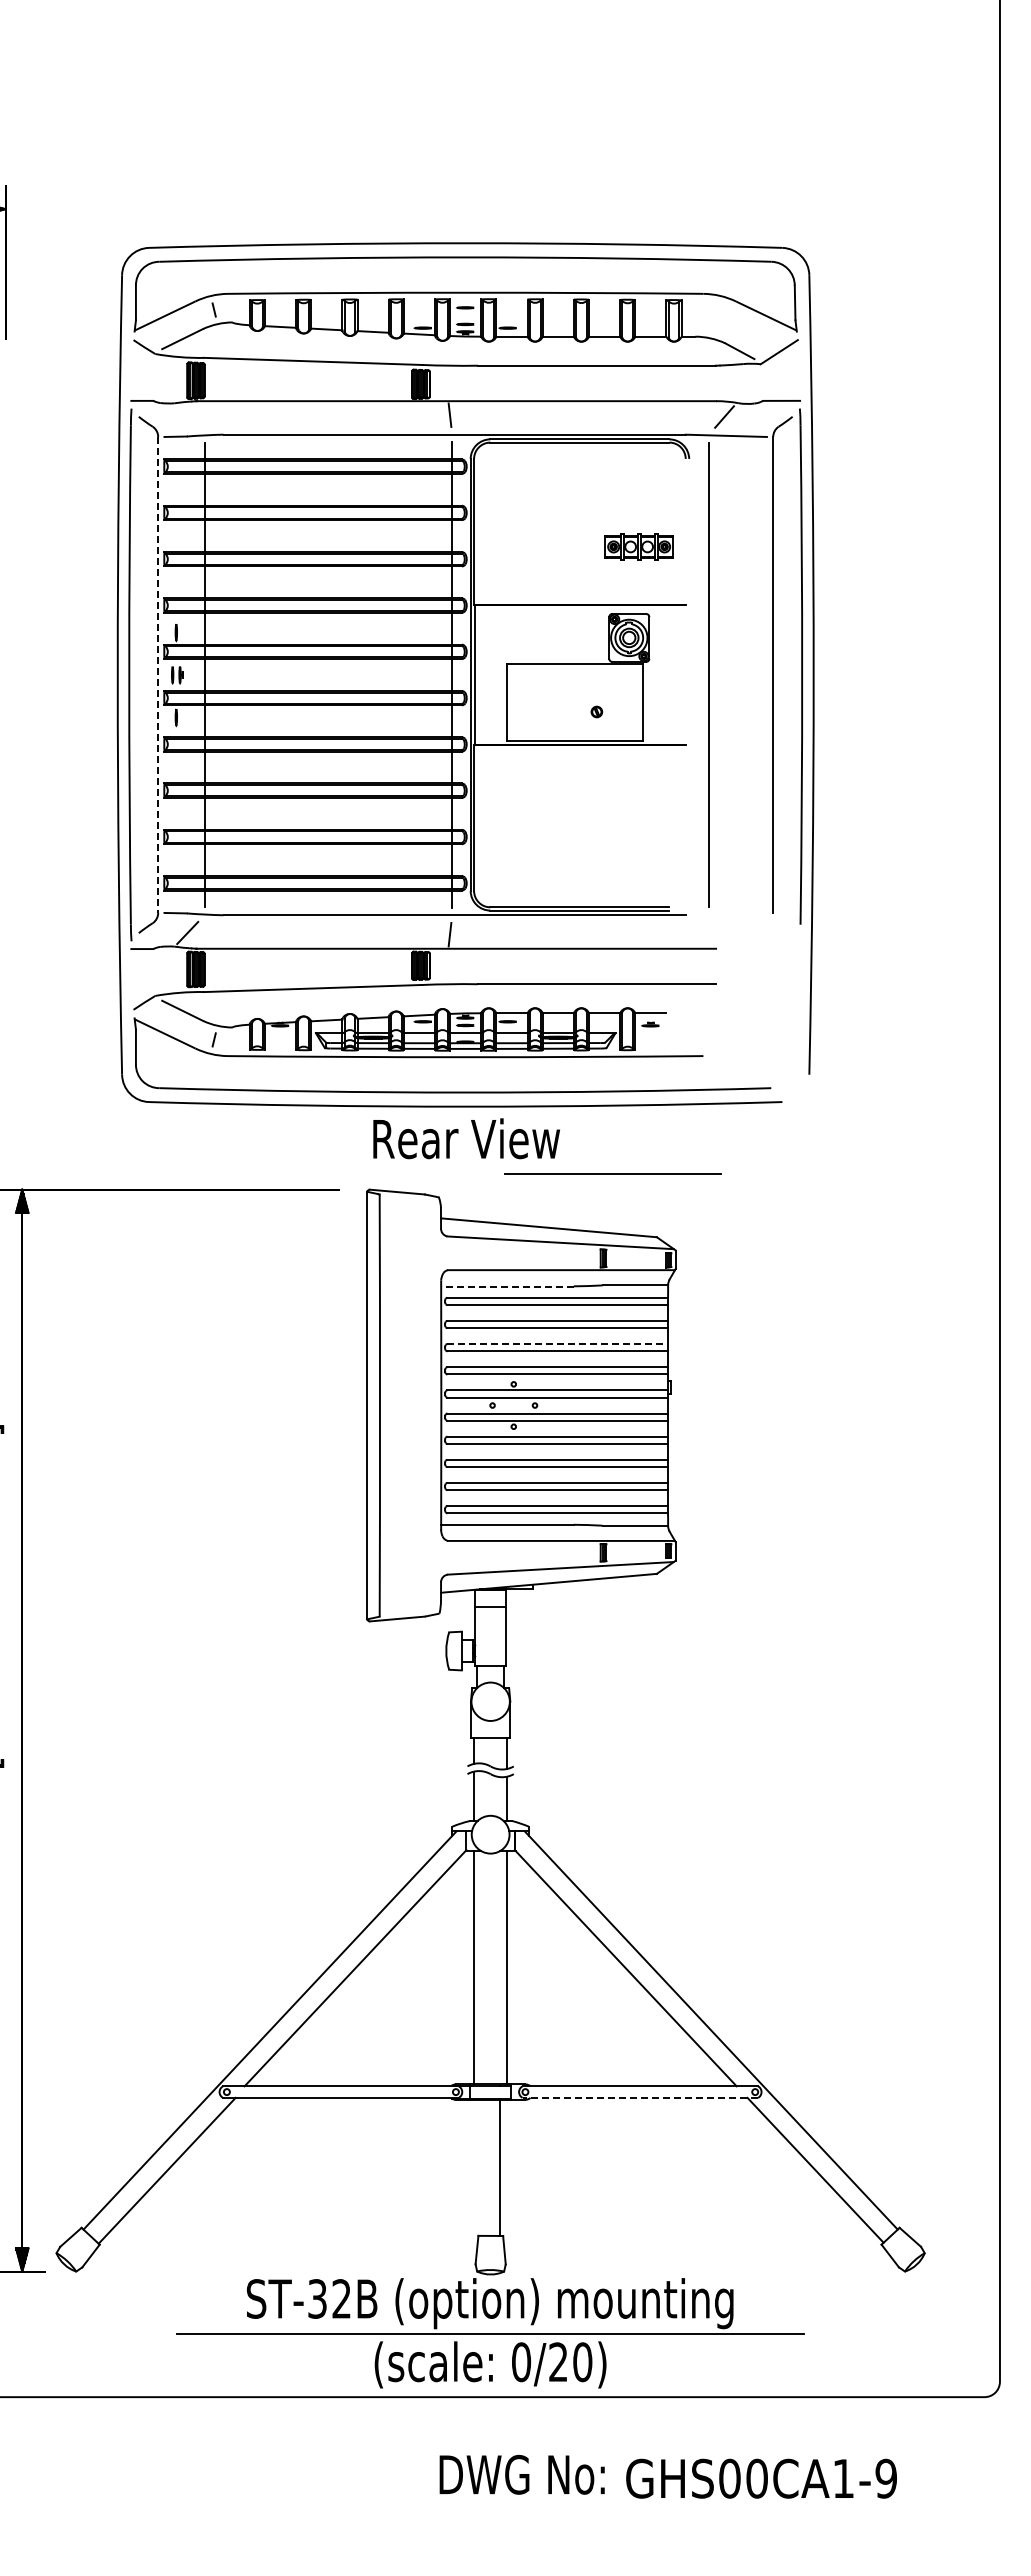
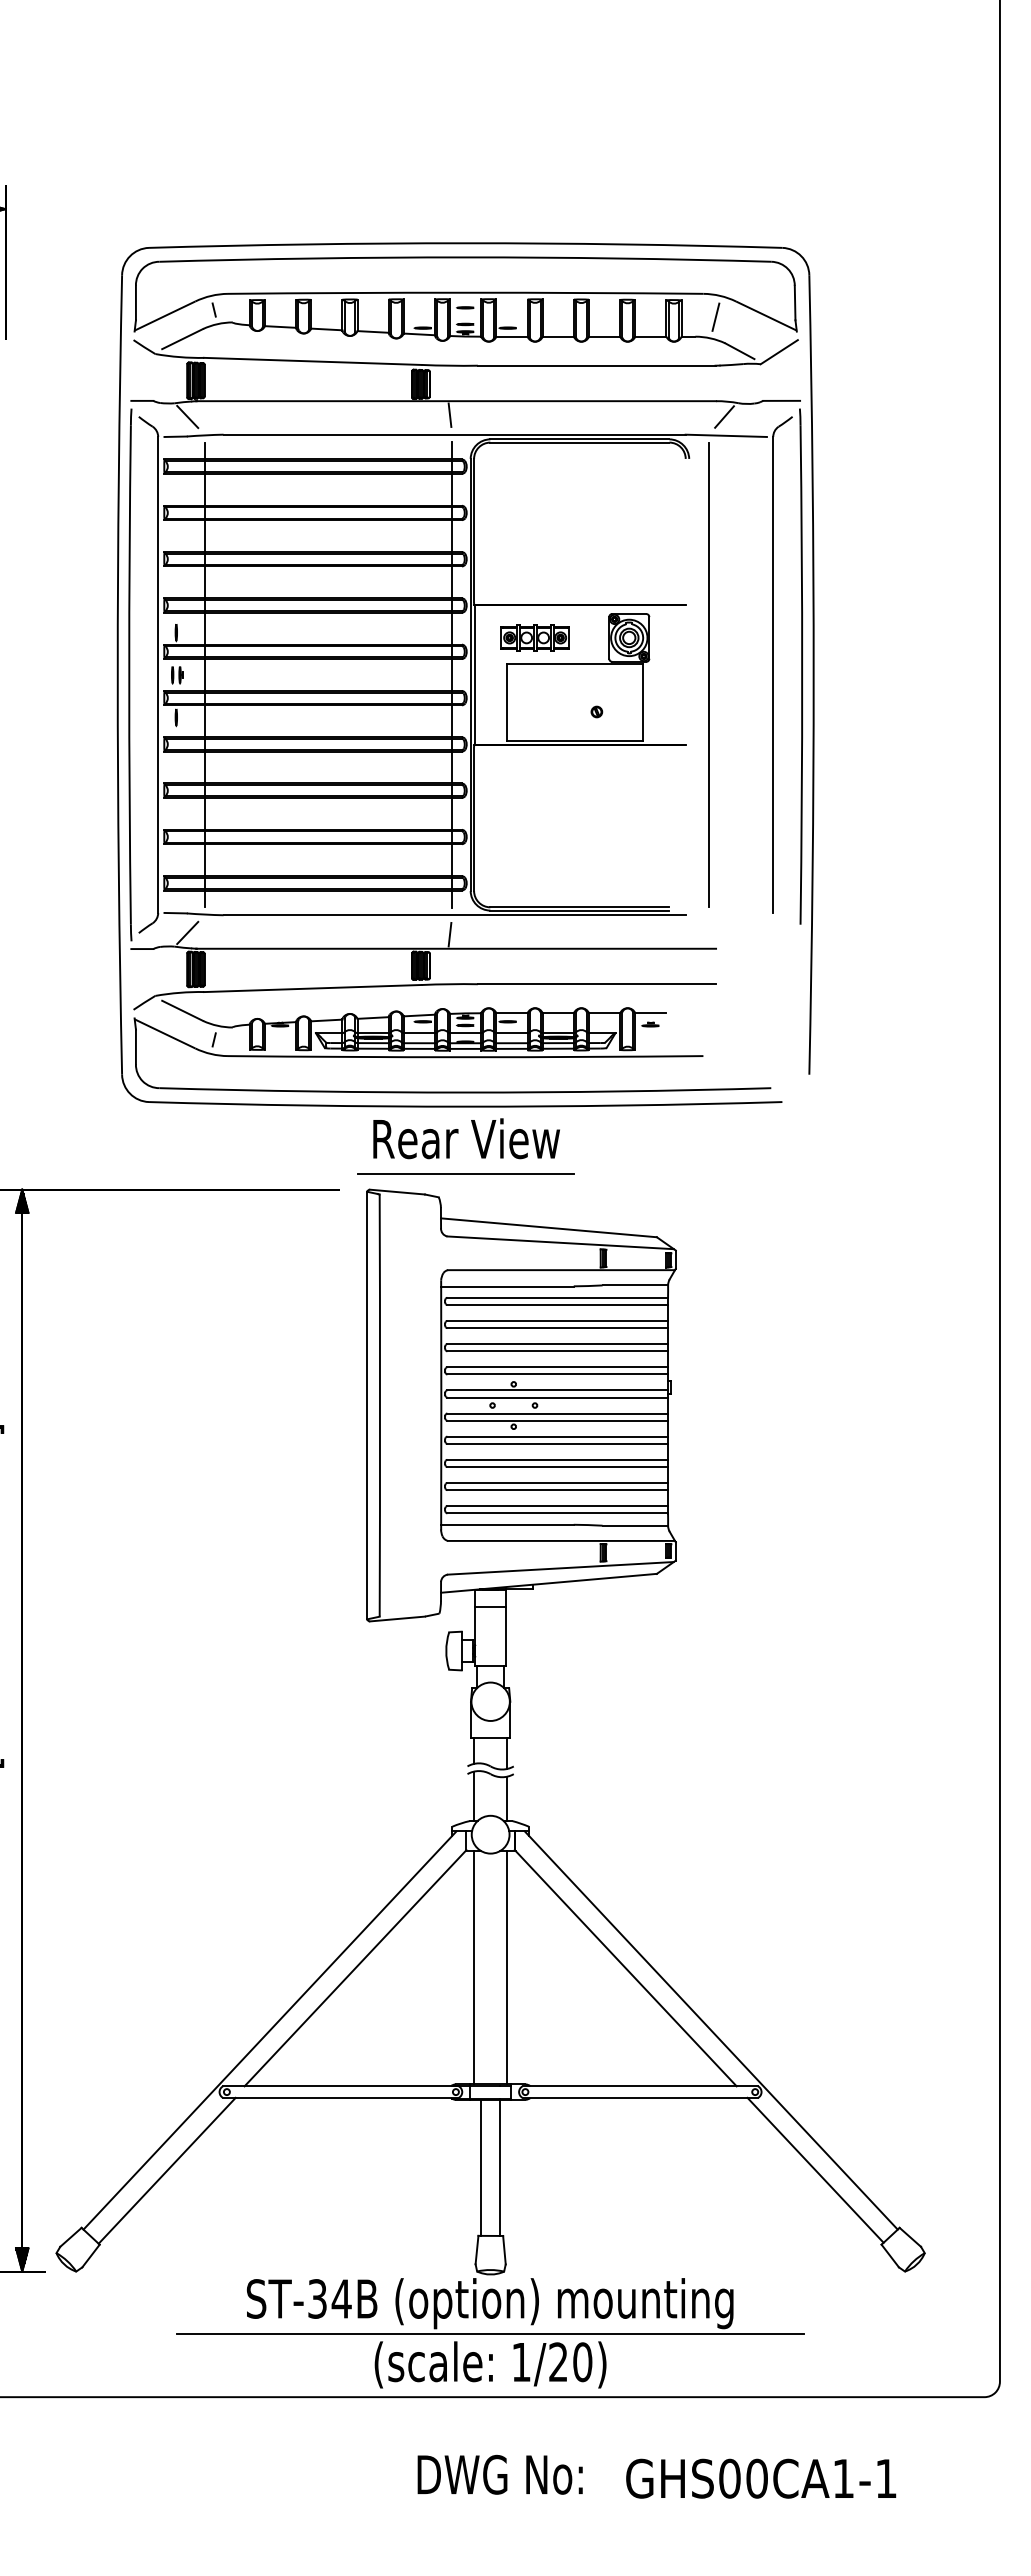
line at (715, 316): none -> present
line at (187, 416): none -> present
part at (638, 546) position: (638, 546) -> (534, 637)
line at (158, 674): dashed -> solid
line at (612, 1173) position: (612, 1173) -> (465, 1173)
line at (506, 1286): dashed -> solid
line at (558, 1344): dashed -> solid
line at (640, 2097): dashed -> solid
line at (481, 2167): none -> present
text at (341, 2298): ST-32B -> ST-34B
text at (521, 2362): 0/20) -> 1/20)
text at (521, 2474) position: (521, 2474) -> (499, 2474)
text at (885, 2478): GHS00CA1-9 -> GHS00CA1-1
